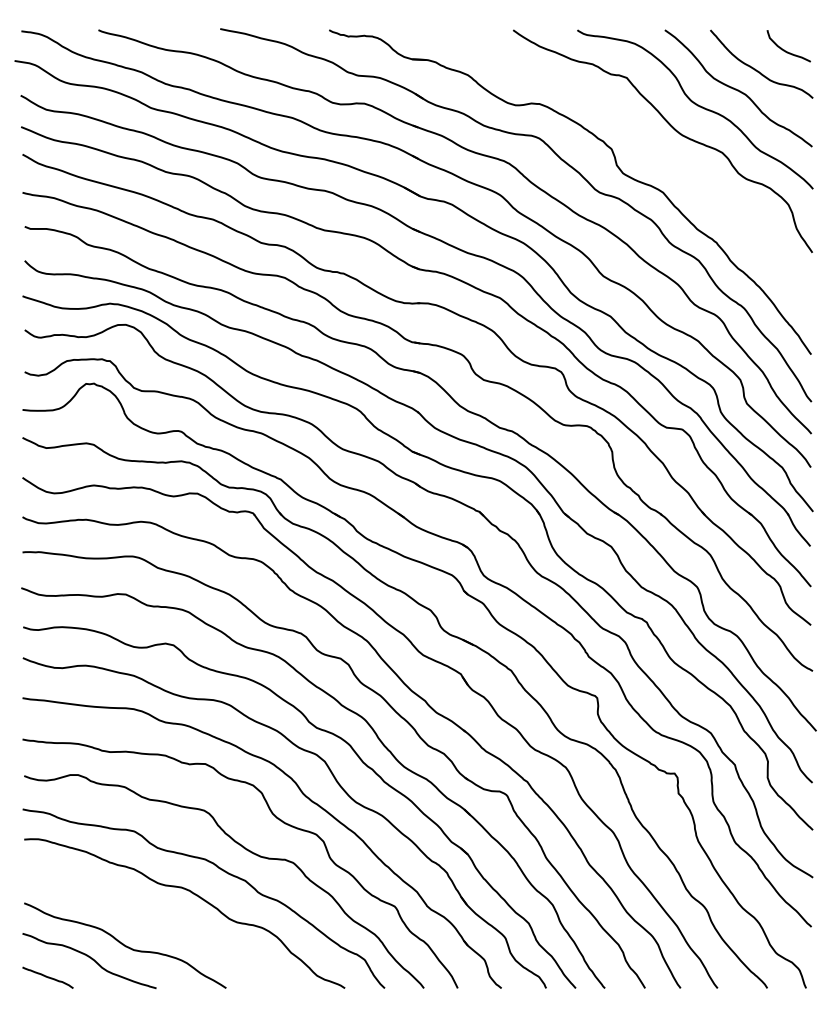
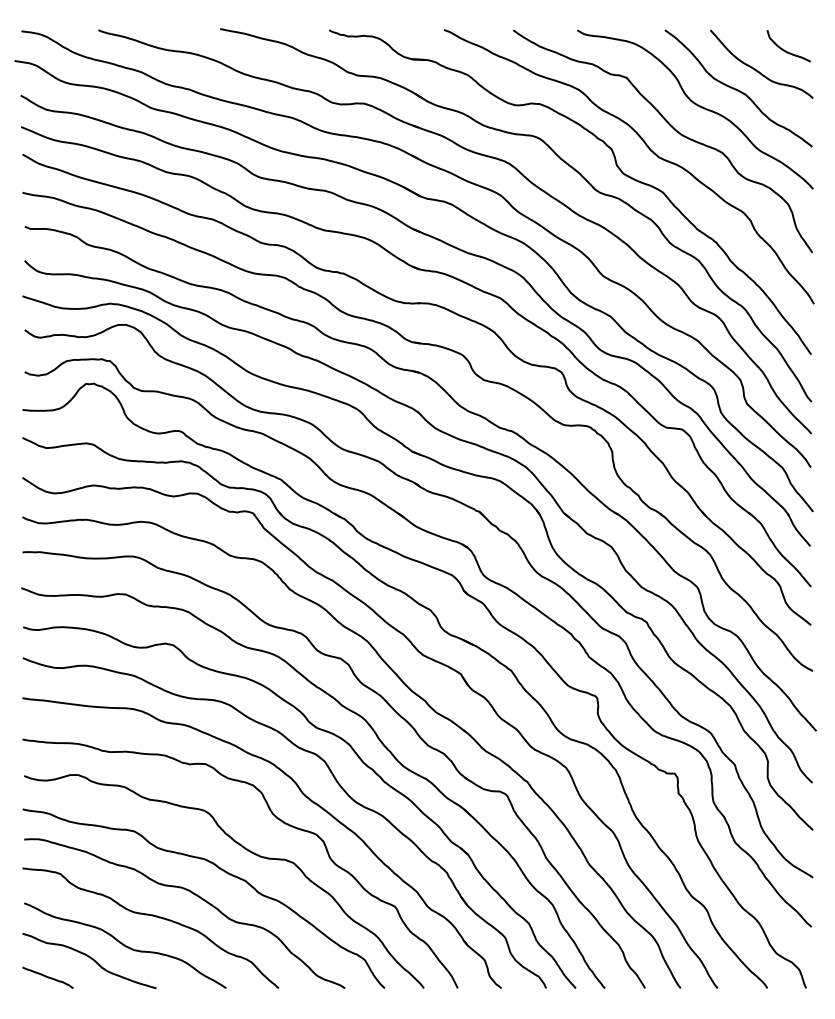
curve at (649, 150): none -> present
curve at (151, 916): none -> present
